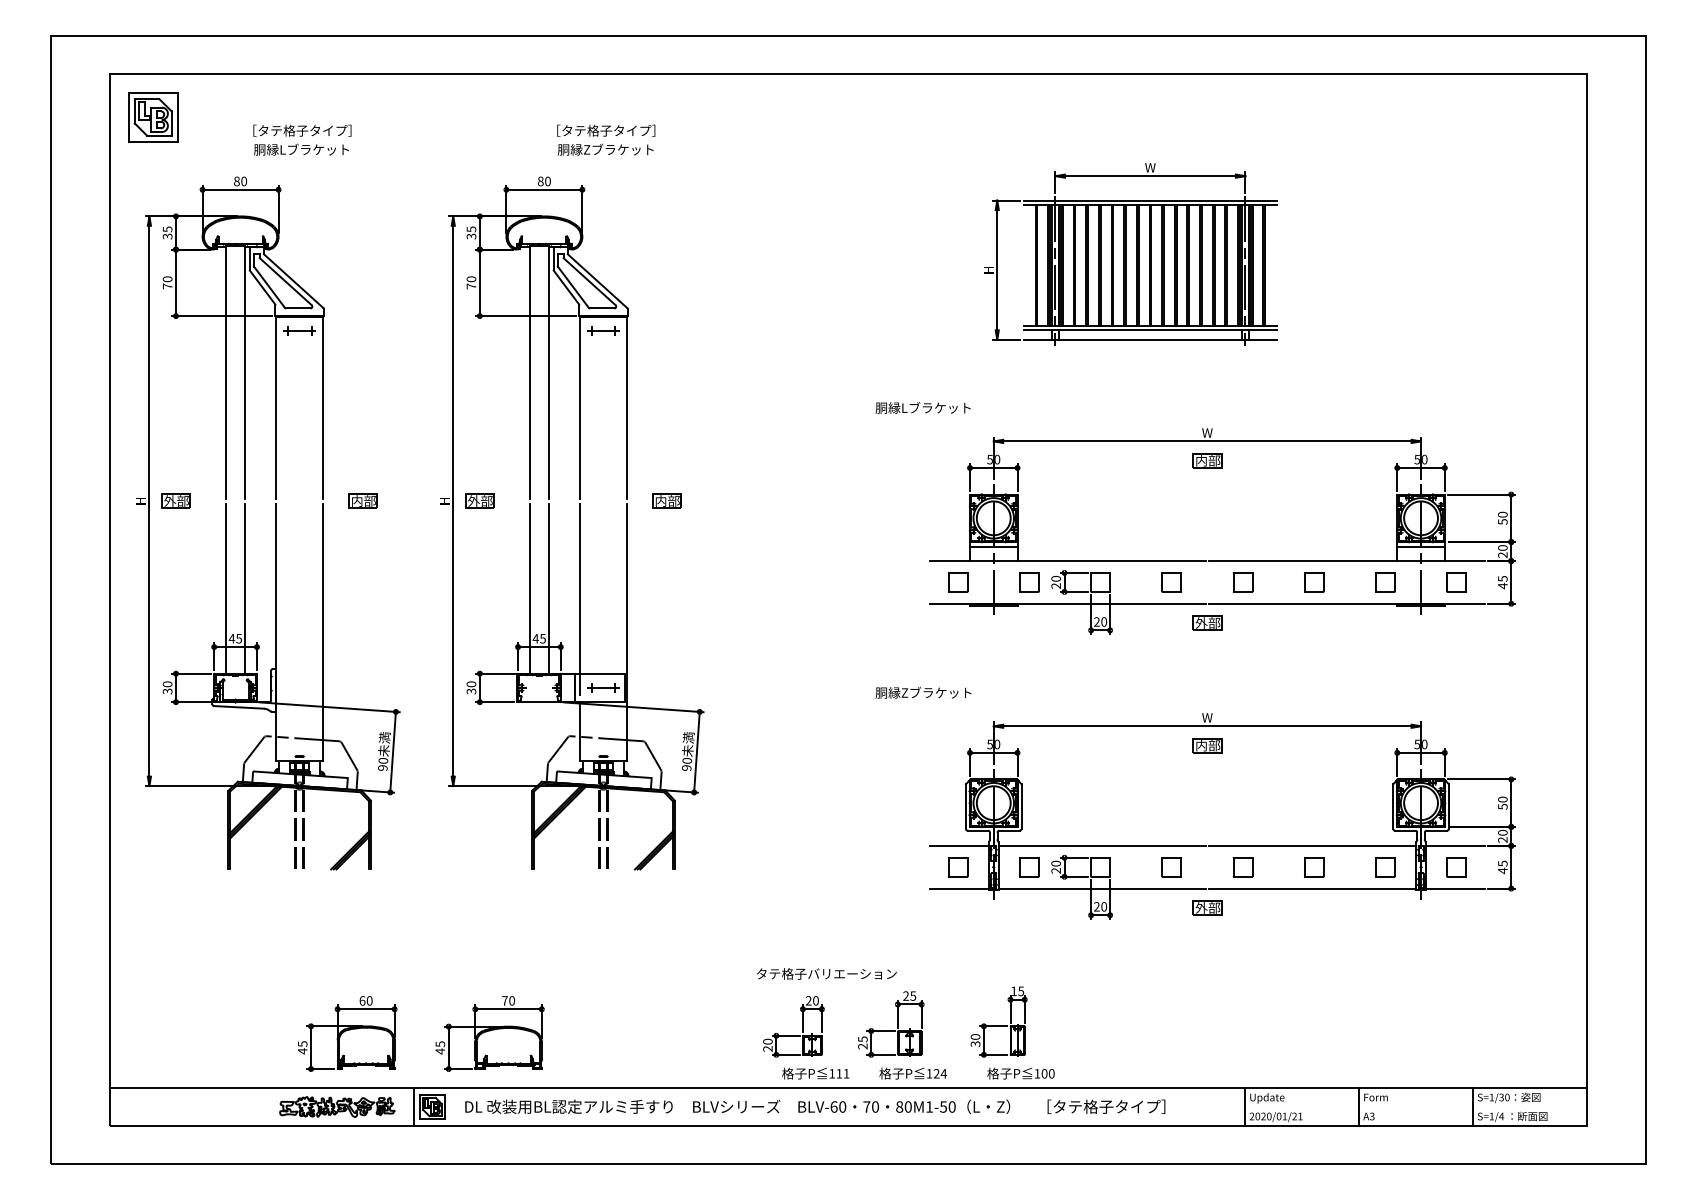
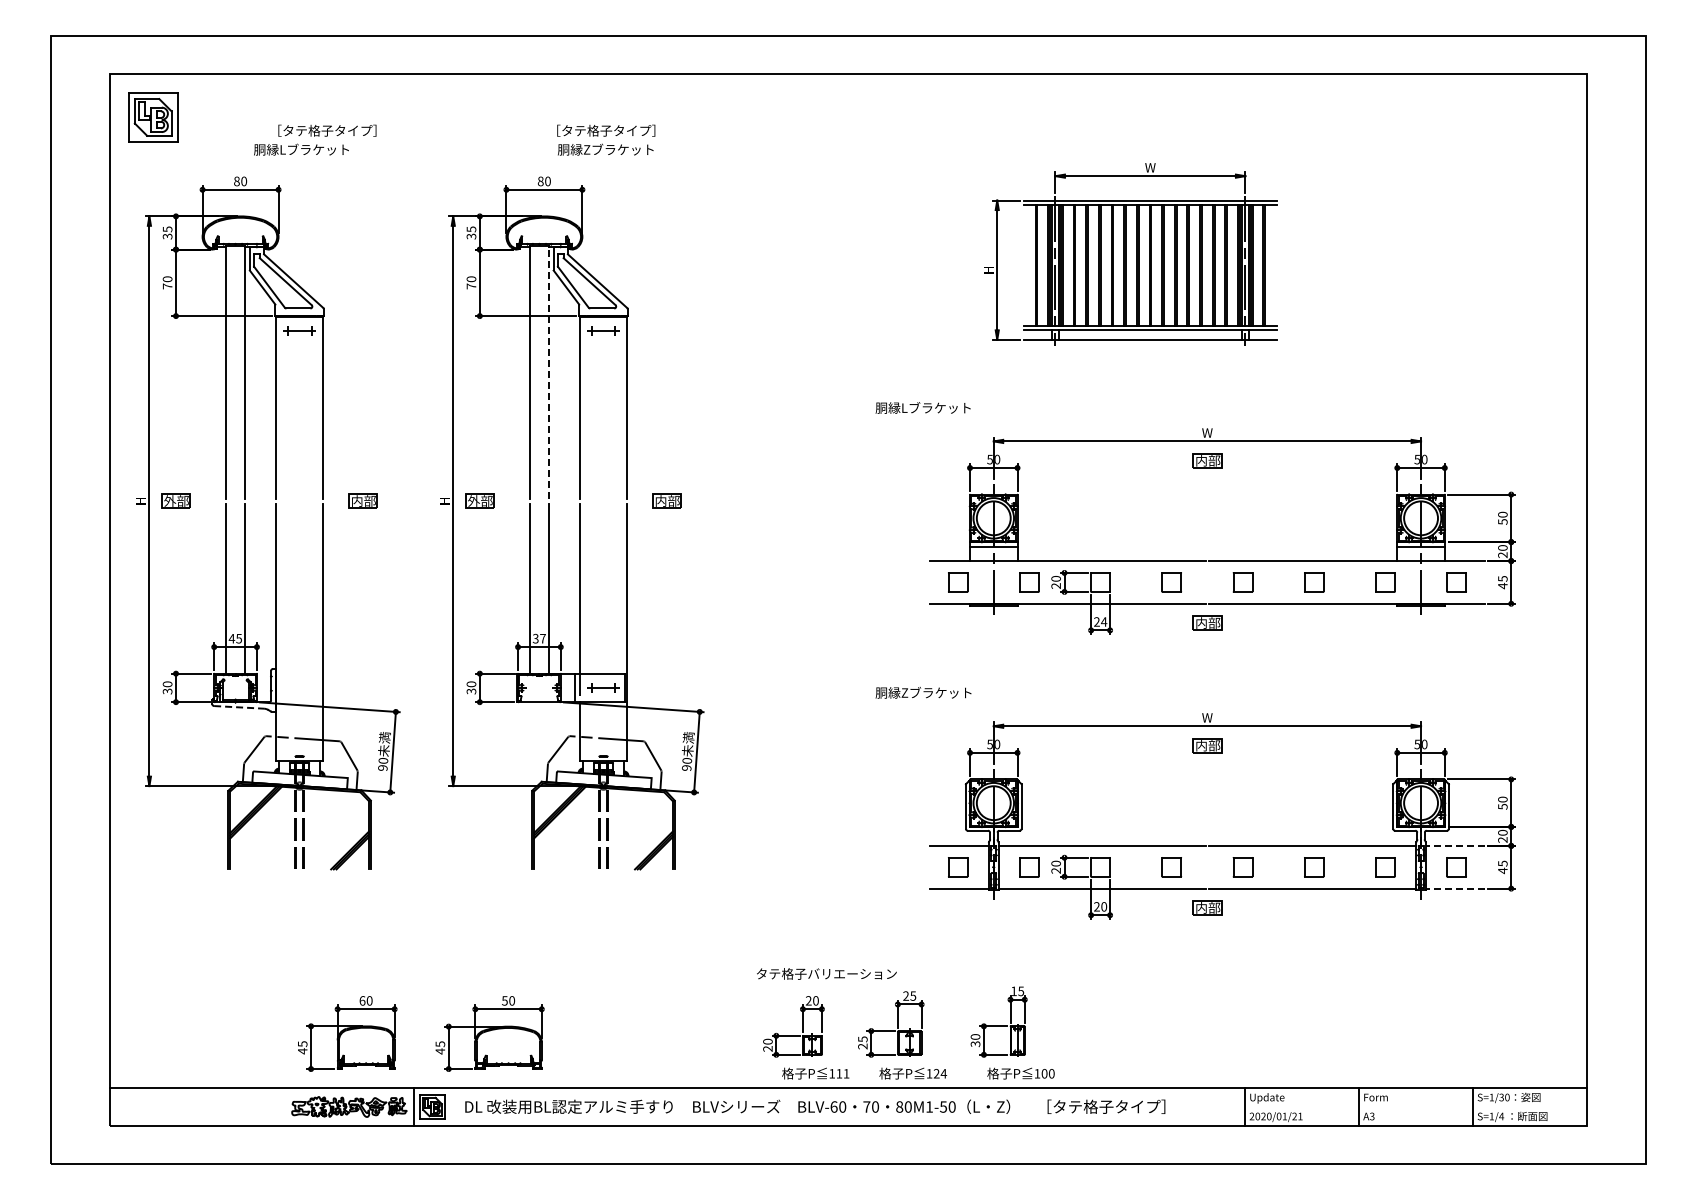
text at (302, 130) position: (302, 130) -> (327, 130)
line at (548, 372): solid -> dashed
text at (1104, 621): 20 -> 24
text at (1201, 622): 外部 -> 内部
text at (538, 638): 45 -> 37
line at (239, 707): solid -> dashed
line at (1454, 845): solid -> dashed
line at (1454, 888): solid -> dashed
text at (1201, 907): 外部 -> 内部
text at (504, 1000): 70 -> 50
part at (337, 1106) position: (337, 1106) -> (349, 1106)
